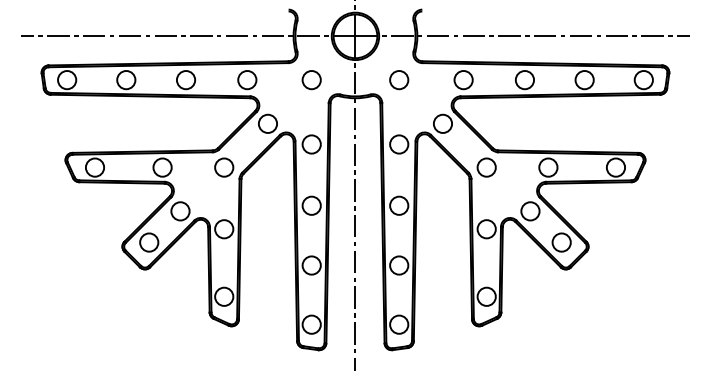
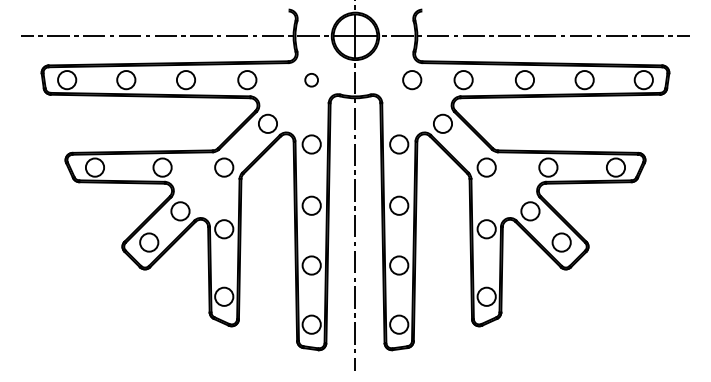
circle at (311, 80) size: 21x21 px -> 15x15 px
circle at (399, 80) position: (399, 80) -> (412, 80)
